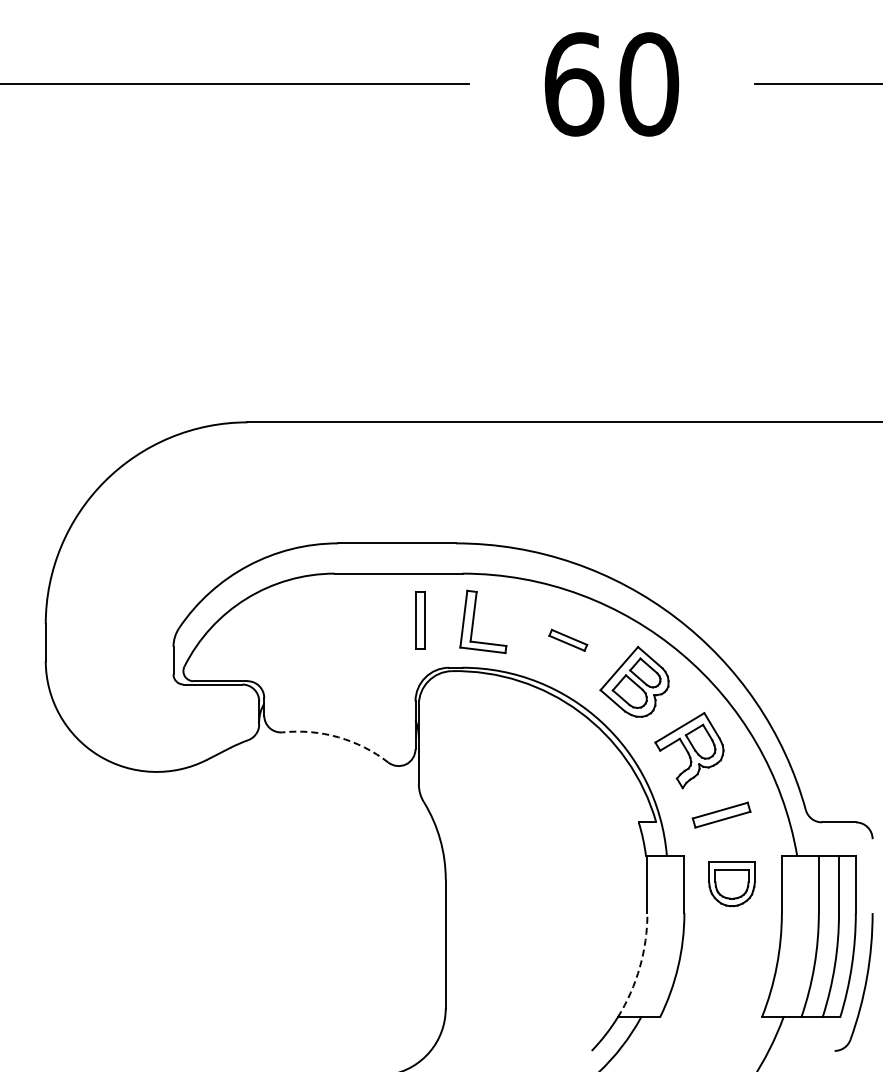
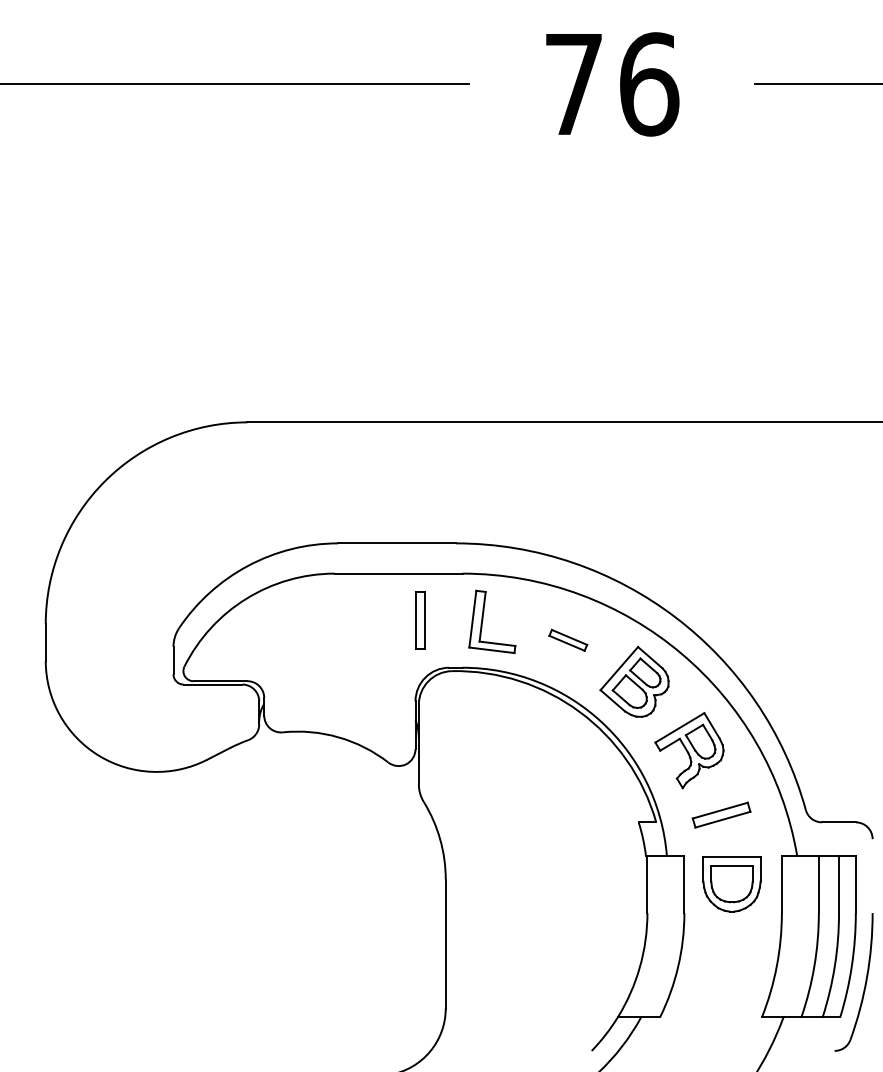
text at (611, 84): 60 -> 76
part at (474, 620) position: (474, 620) -> (483, 620)
arc at (338, 737): dashed -> solid
part at (731, 884) size: 48x47 px -> 60x57 px
arc at (639, 967): dashed -> solid
